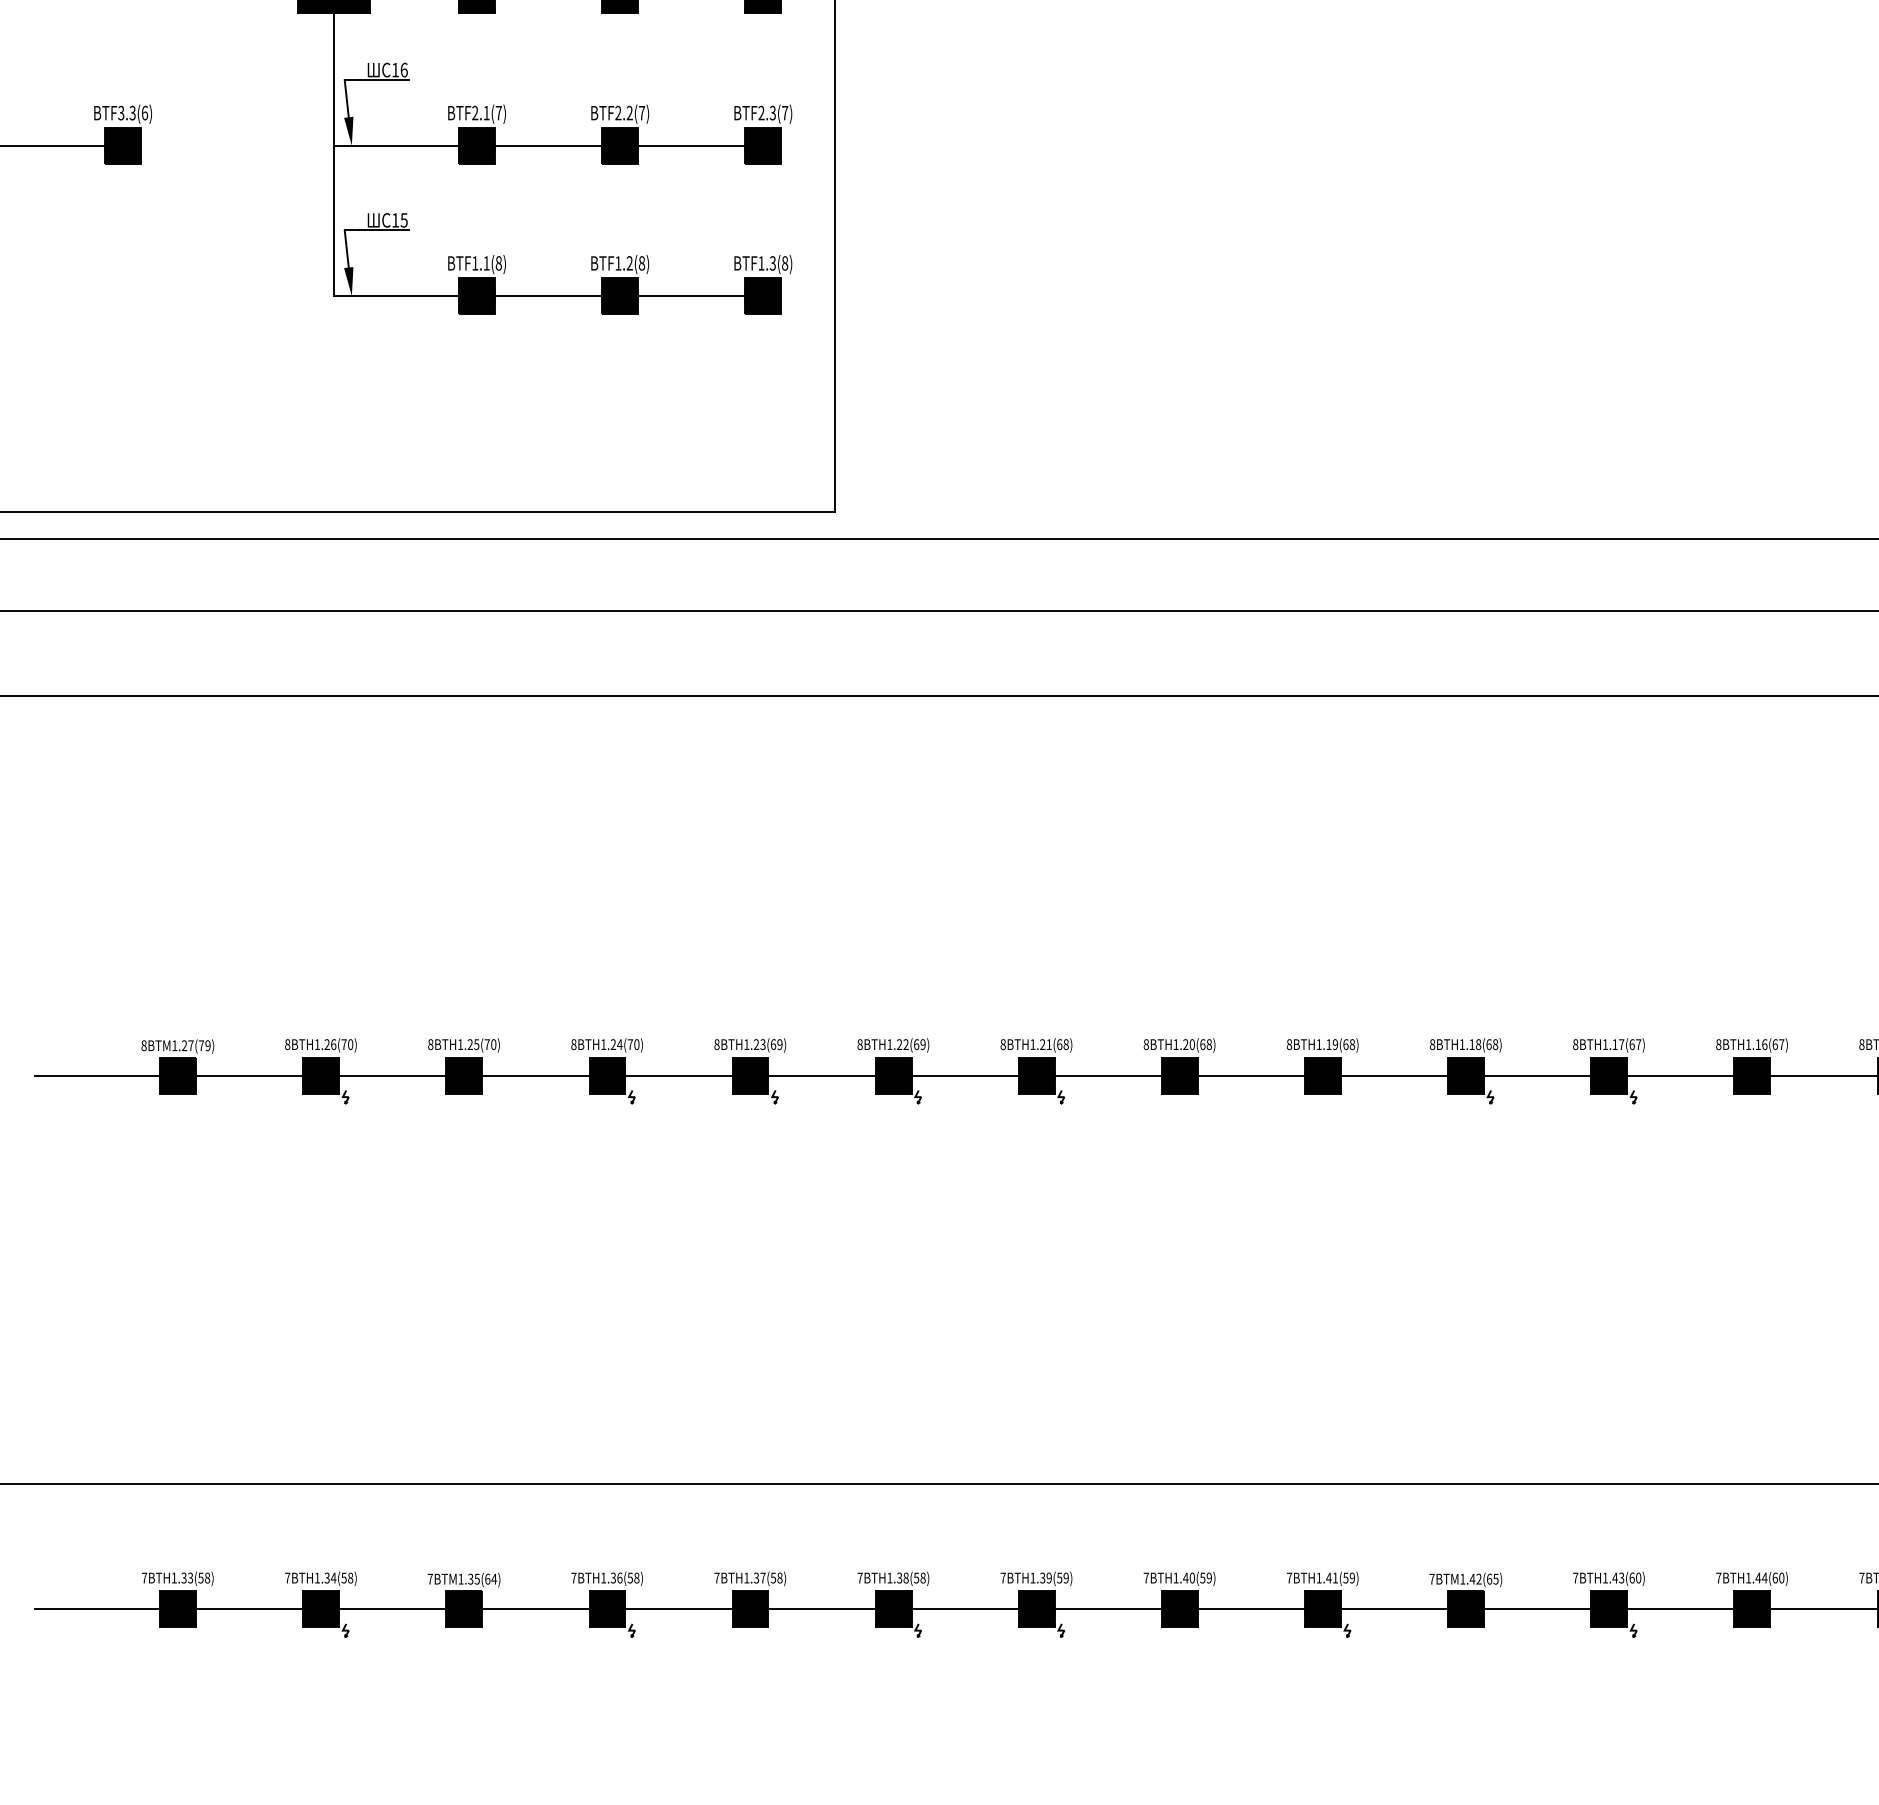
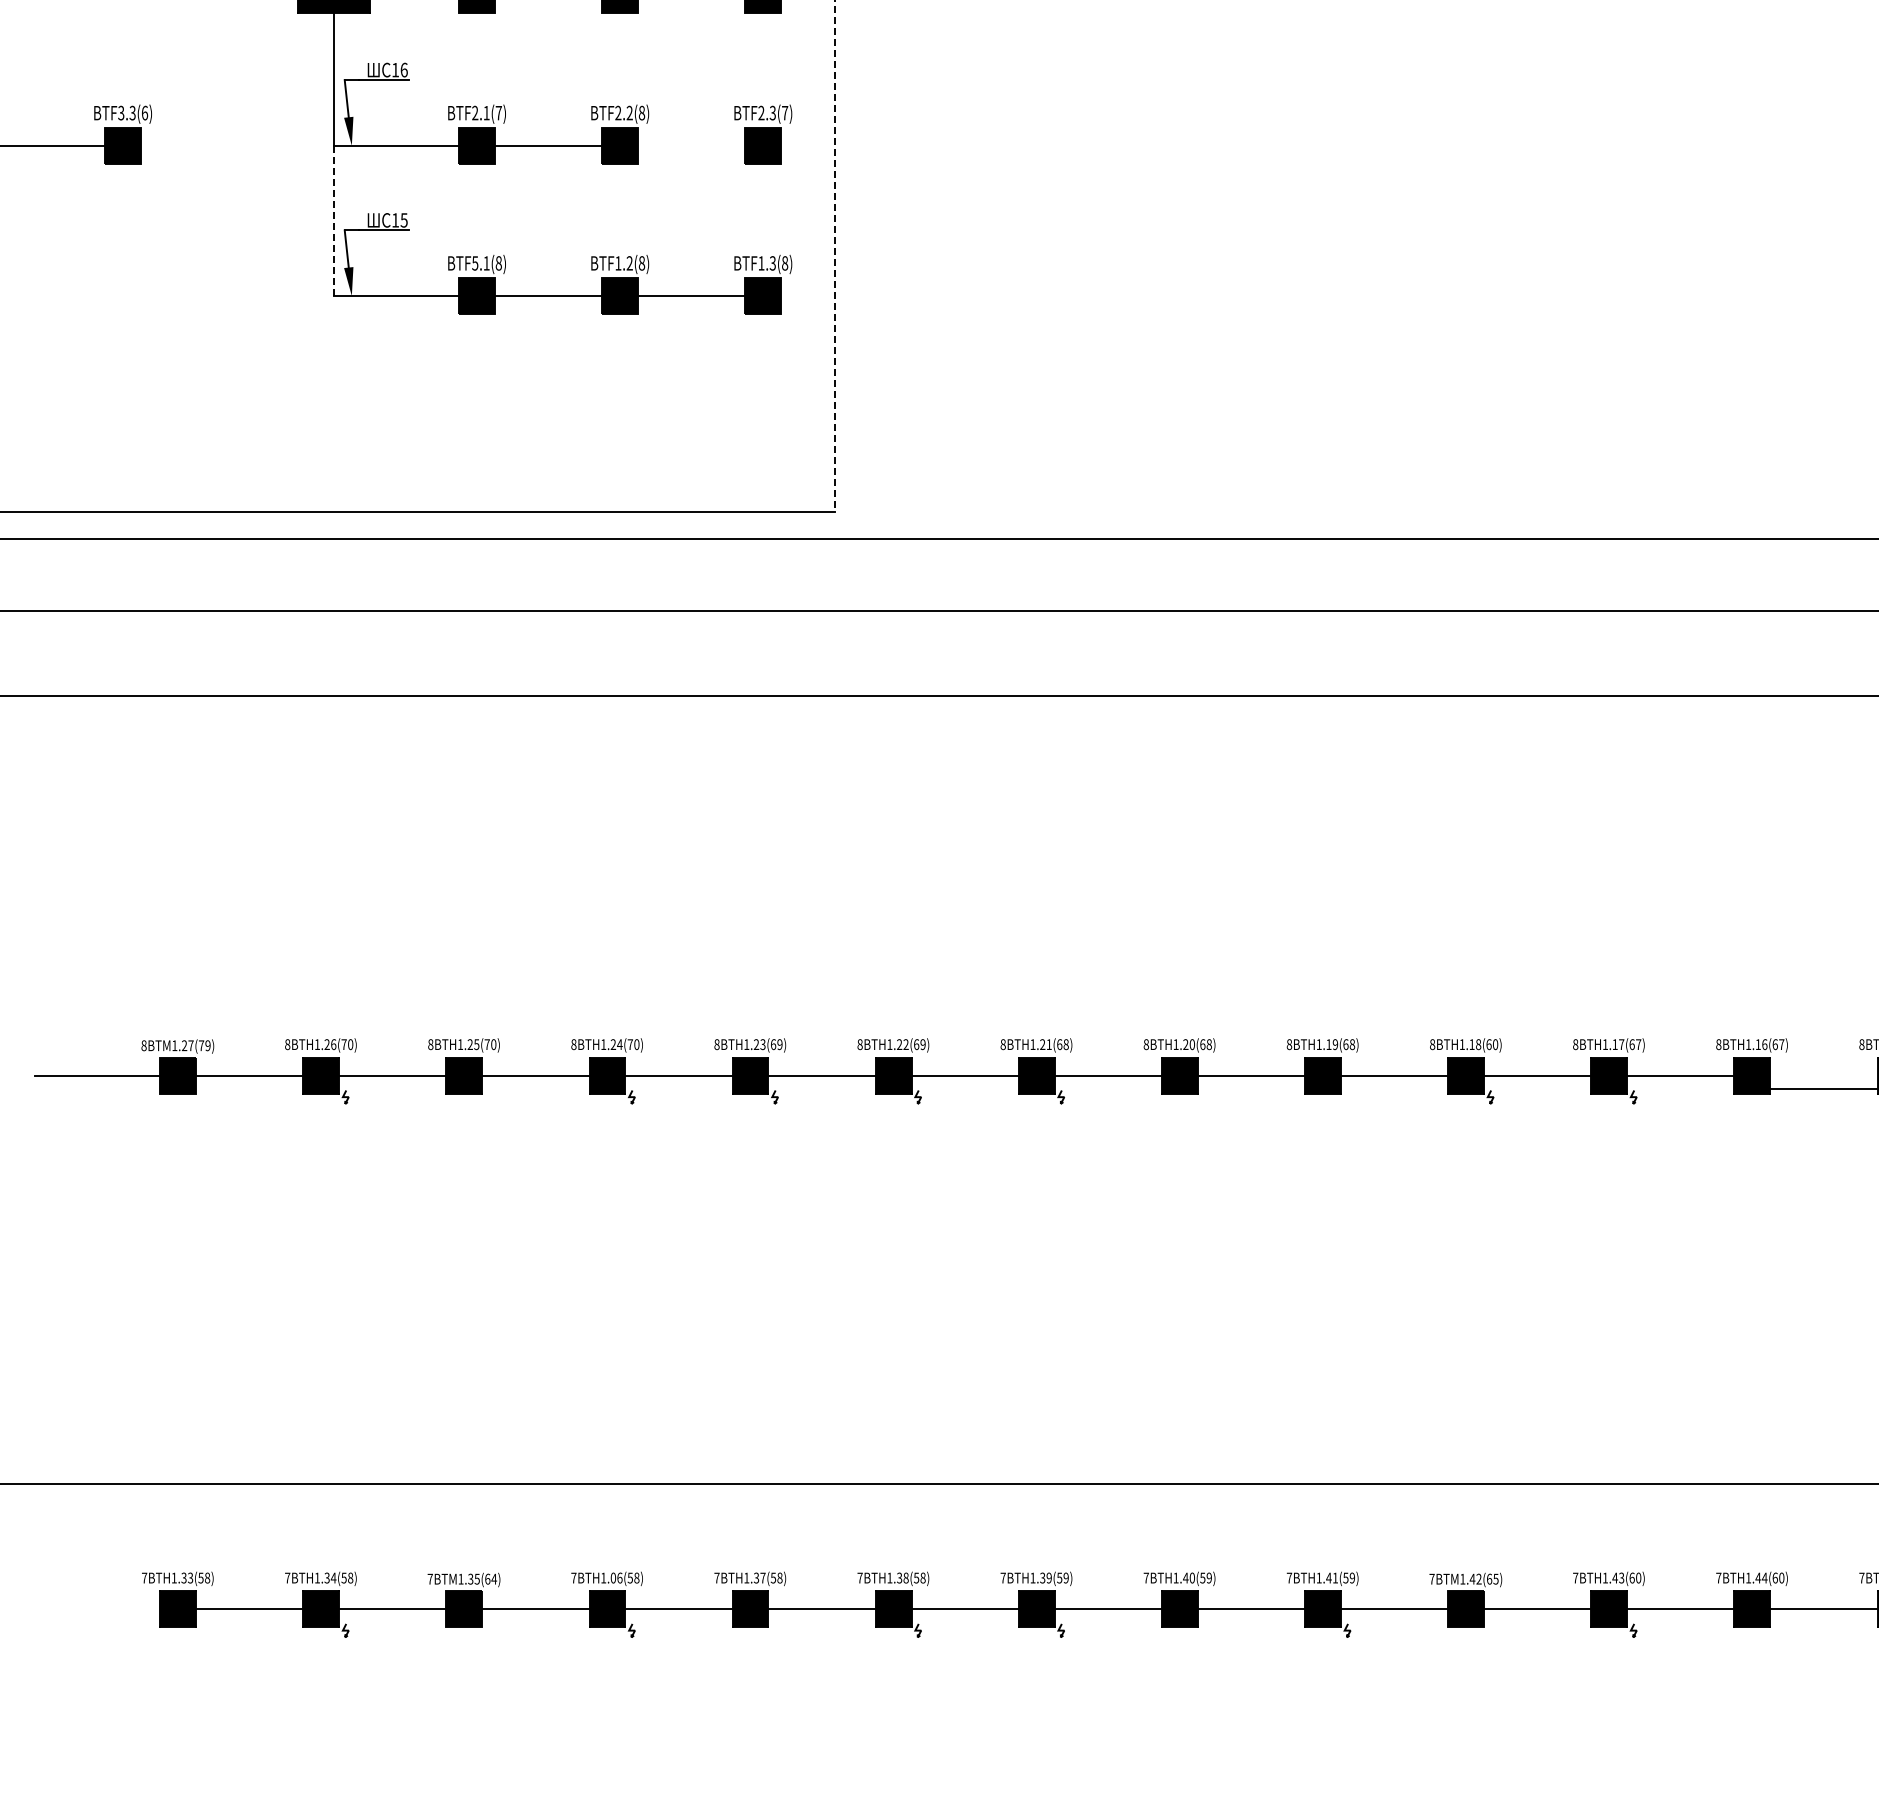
text at (641, 112): BTF2.2(7) -> BTF2.2(8)
line at (691, 145): present -> none
line at (333, 221): solid -> dashed
line at (834, 256): solid -> dashed
text at (475, 263): BTF1.1(8) -> BTF5.1(8)
text at (1495, 1044): 8BTH1.18(68) -> 8BTH1.18(60)
line at (1813, 1075) position: (1813, 1075) -> (1813, 1088)
text at (613, 1577): 7BTH1.36(58) -> 7BTH1.06(58)
line at (106, 1609): present -> none
